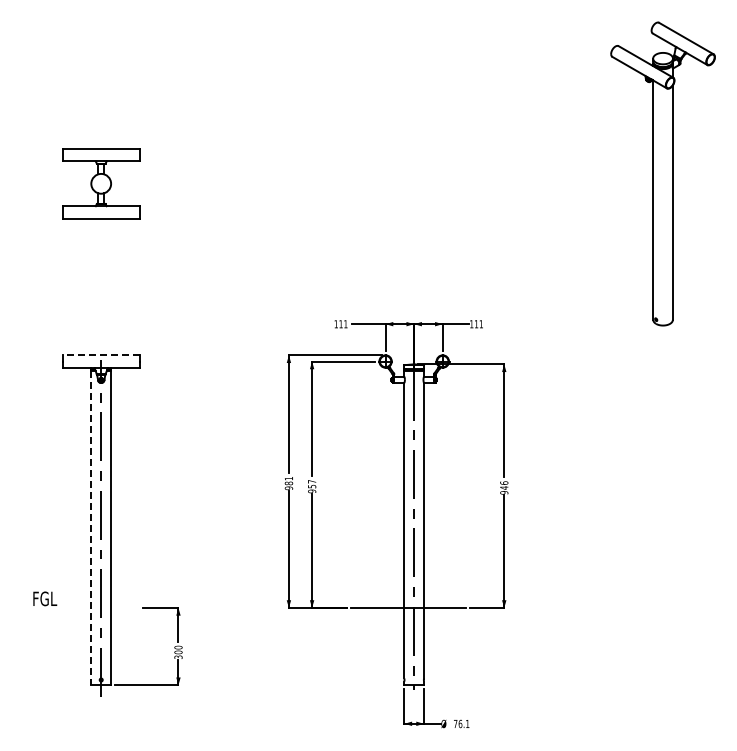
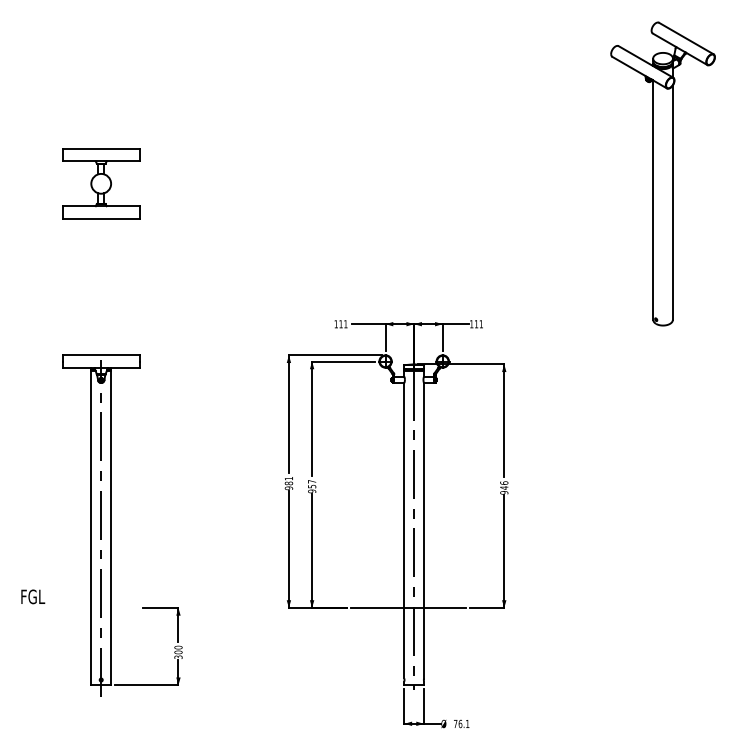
line at (101, 355): dashed -> solid
line at (91, 528): dashed -> solid
text at (45, 598) position: (45, 598) -> (33, 596)
